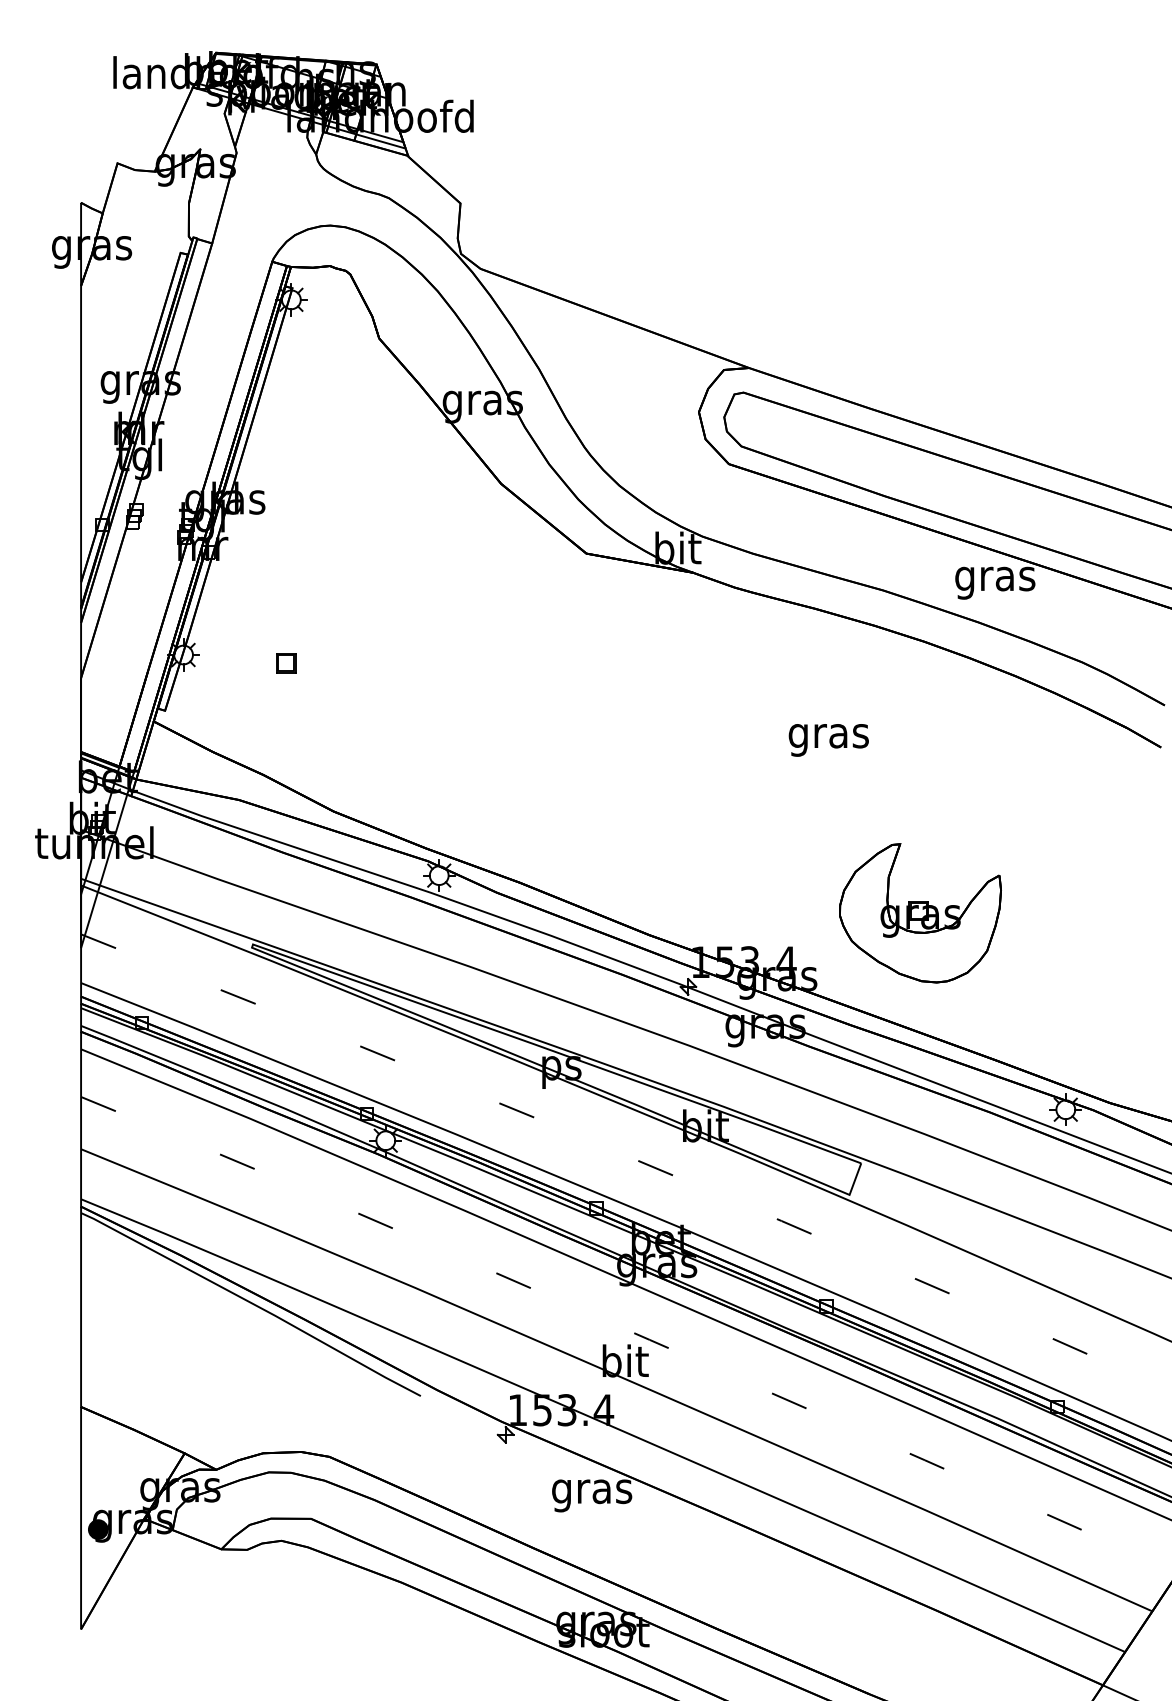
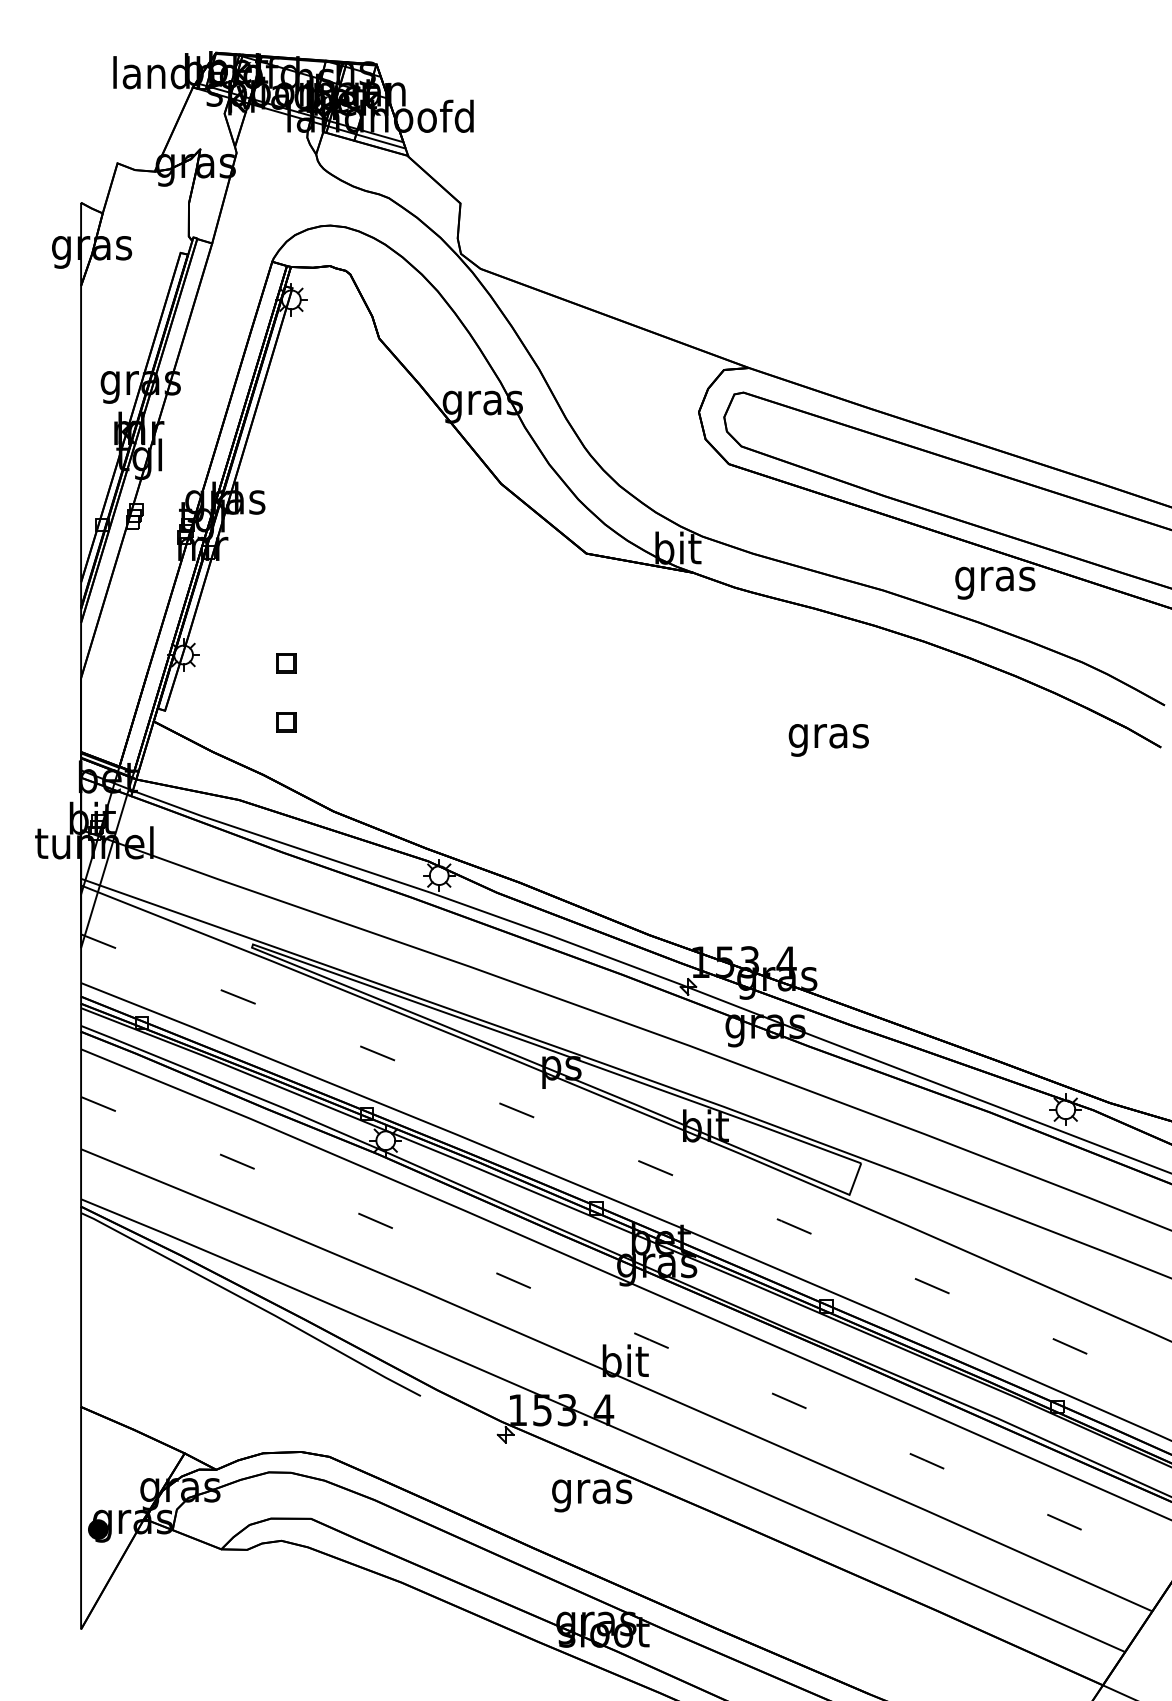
part at (286, 722): none -> present
part at (920, 913): present -> none
